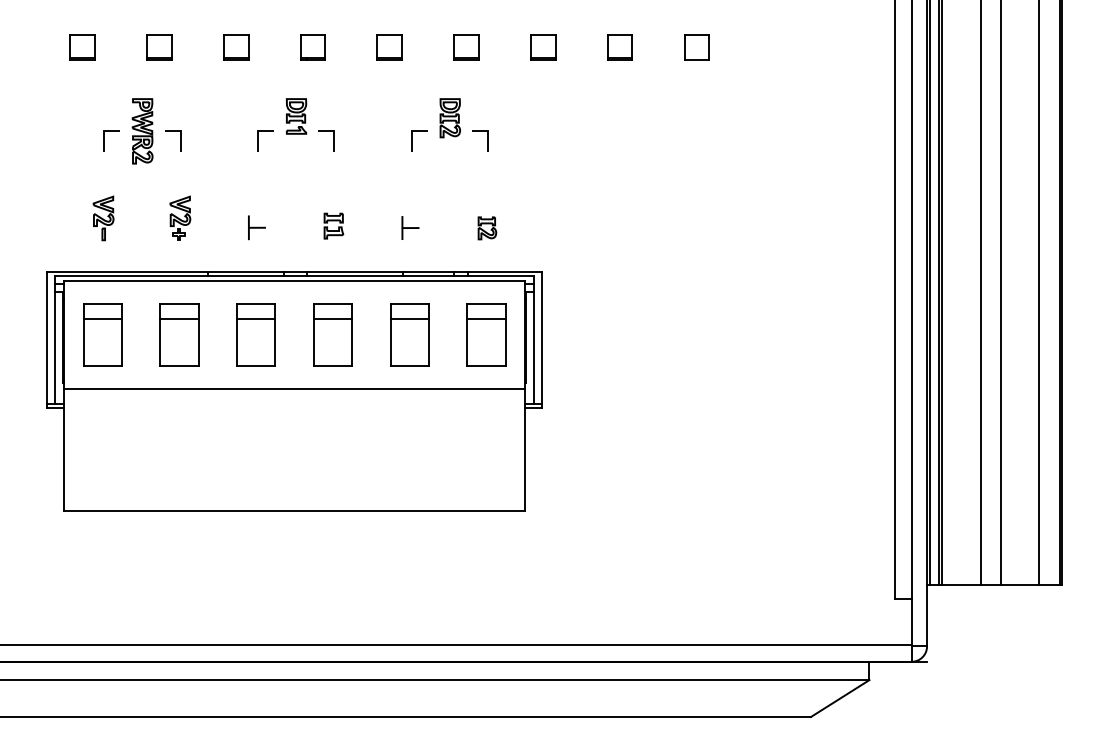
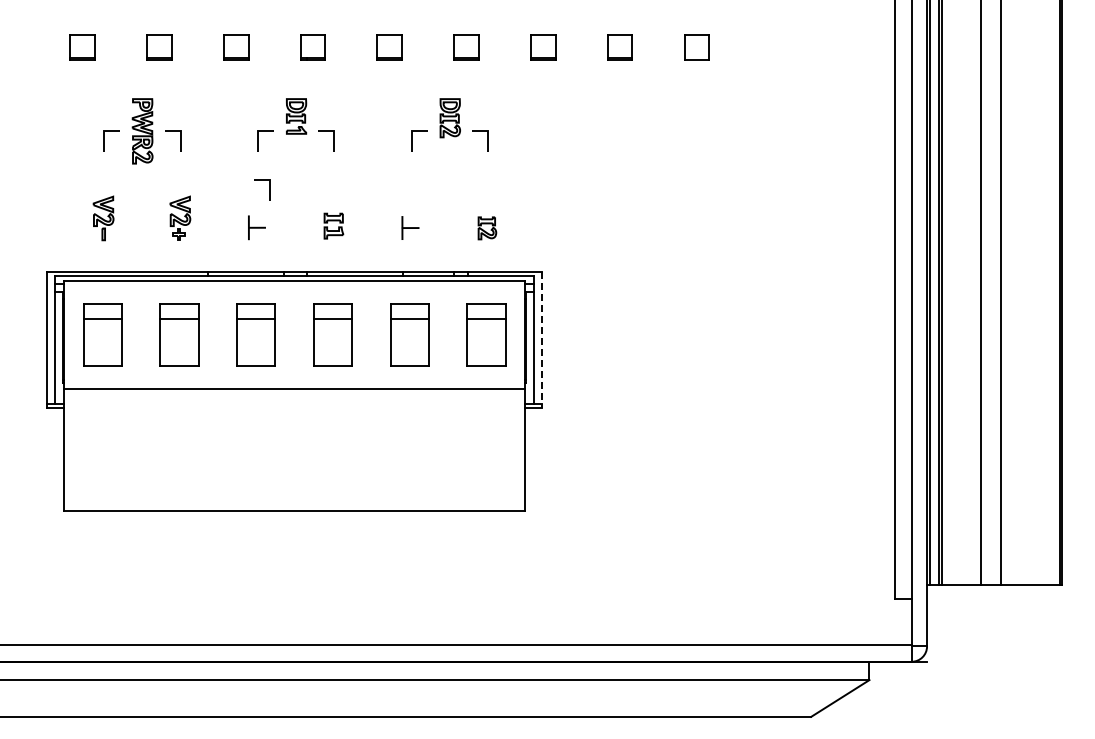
curve at (269, 189): none -> present
line at (1039, 293): present -> none
line at (541, 340): solid -> dashed
